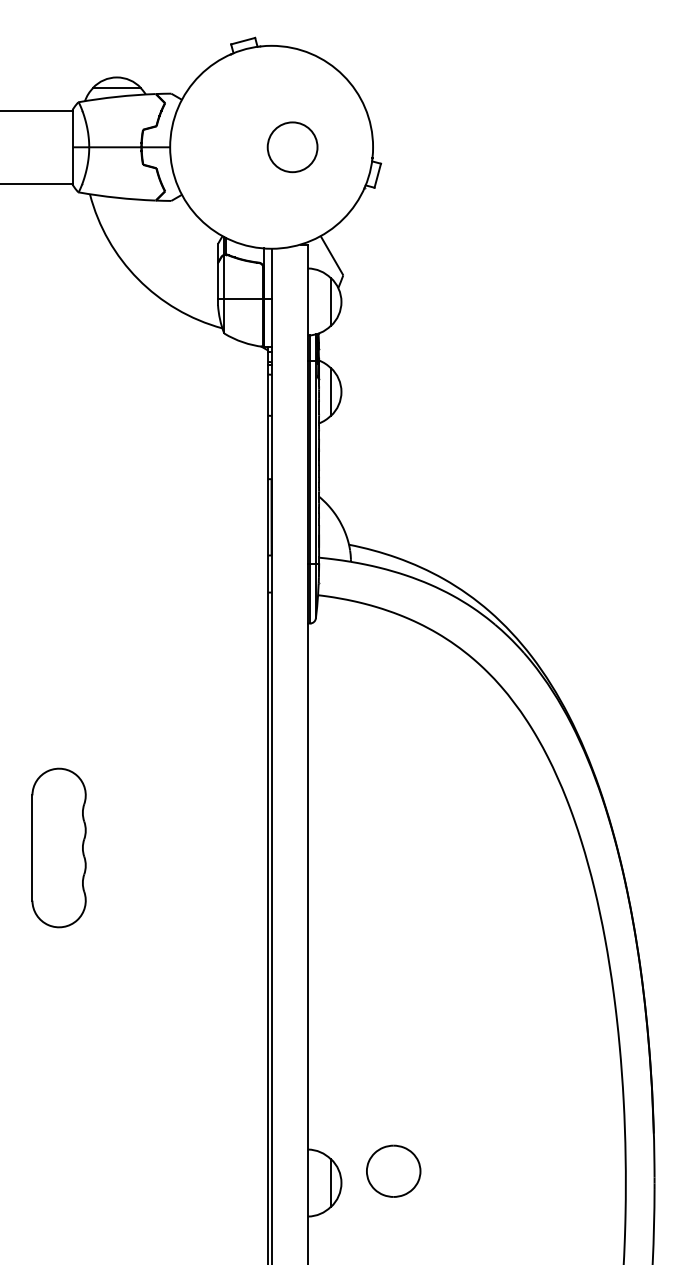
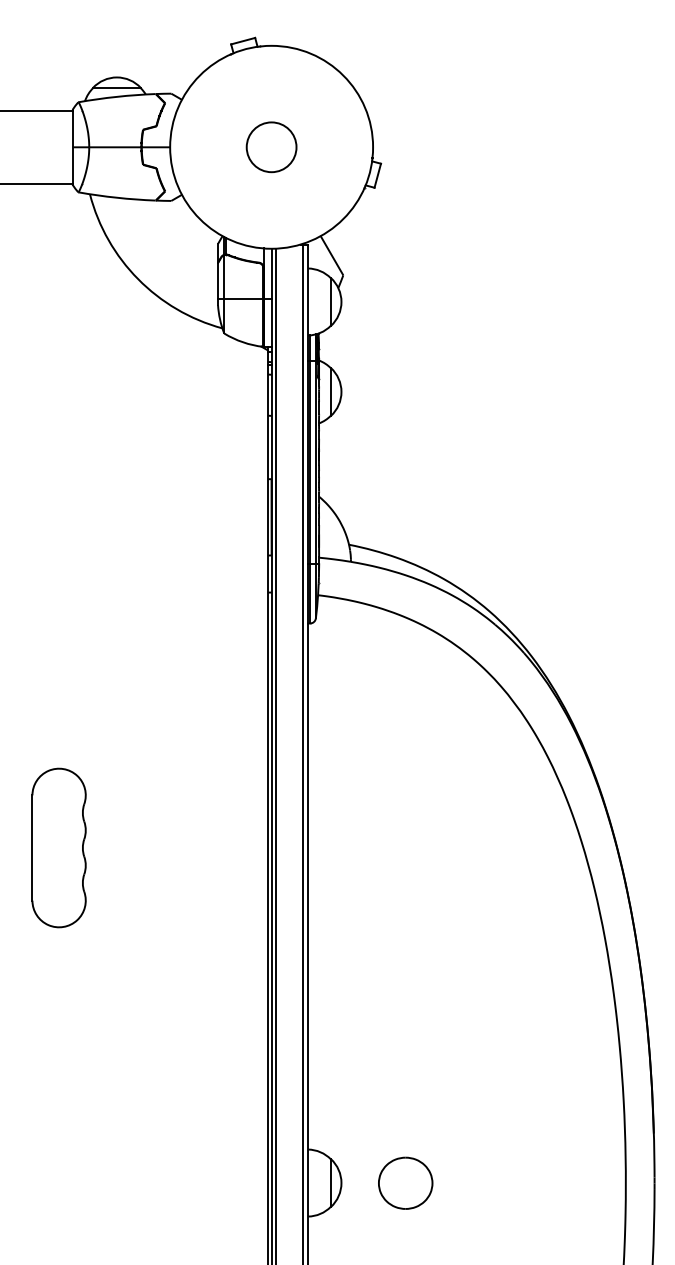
circle at (292, 147) position: (292, 147) -> (271, 147)
line at (303, 752): none -> present
line at (276, 754): none -> present
part at (393, 1170) position: (393, 1170) -> (405, 1182)
